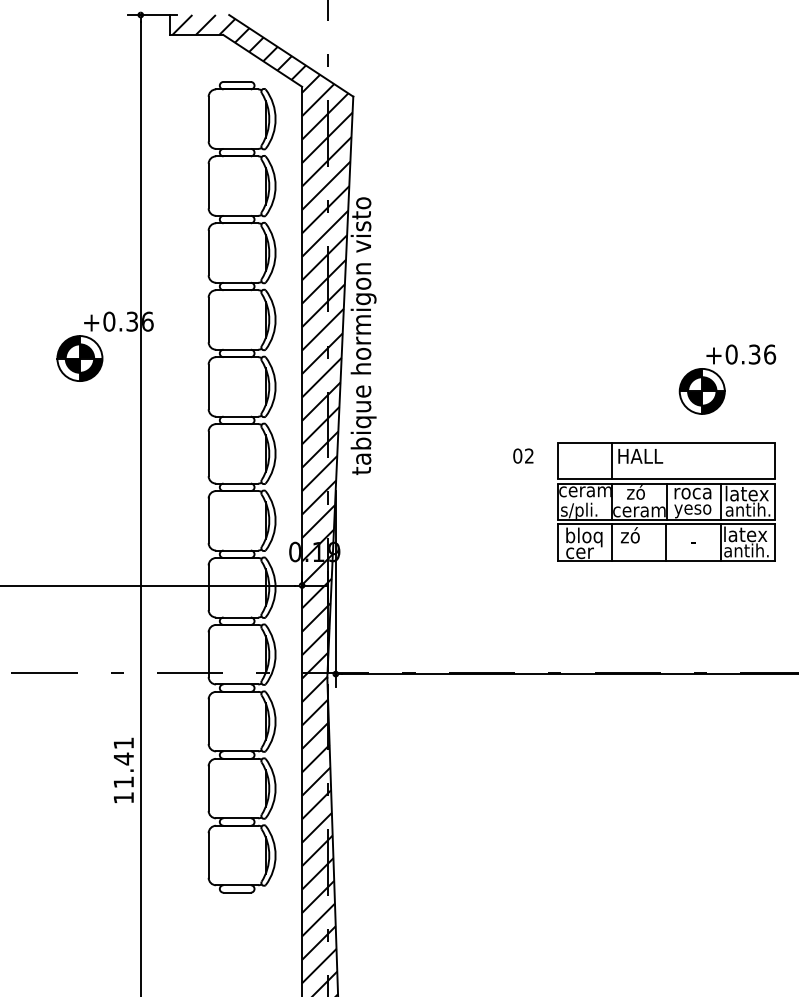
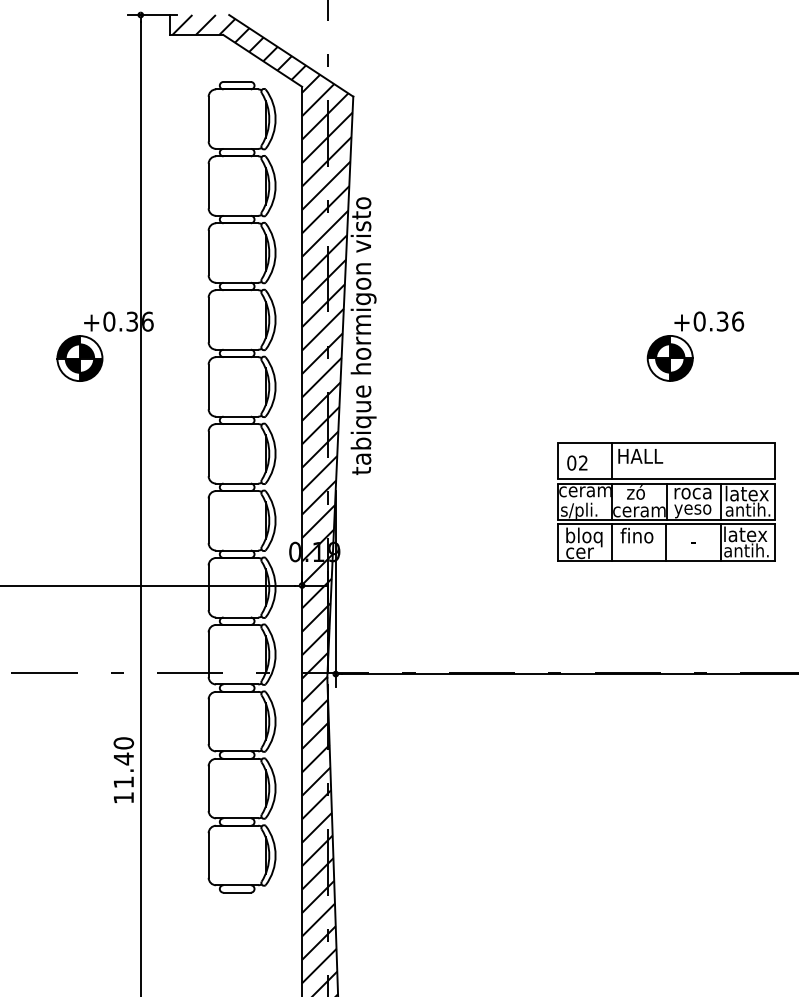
part at (727, 379) position: (727, 379) -> (695, 346)
text at (523, 455) position: (523, 455) -> (577, 462)
text at (636, 535): zó -> fino
text at (123, 743): 11.41 -> 11.40
